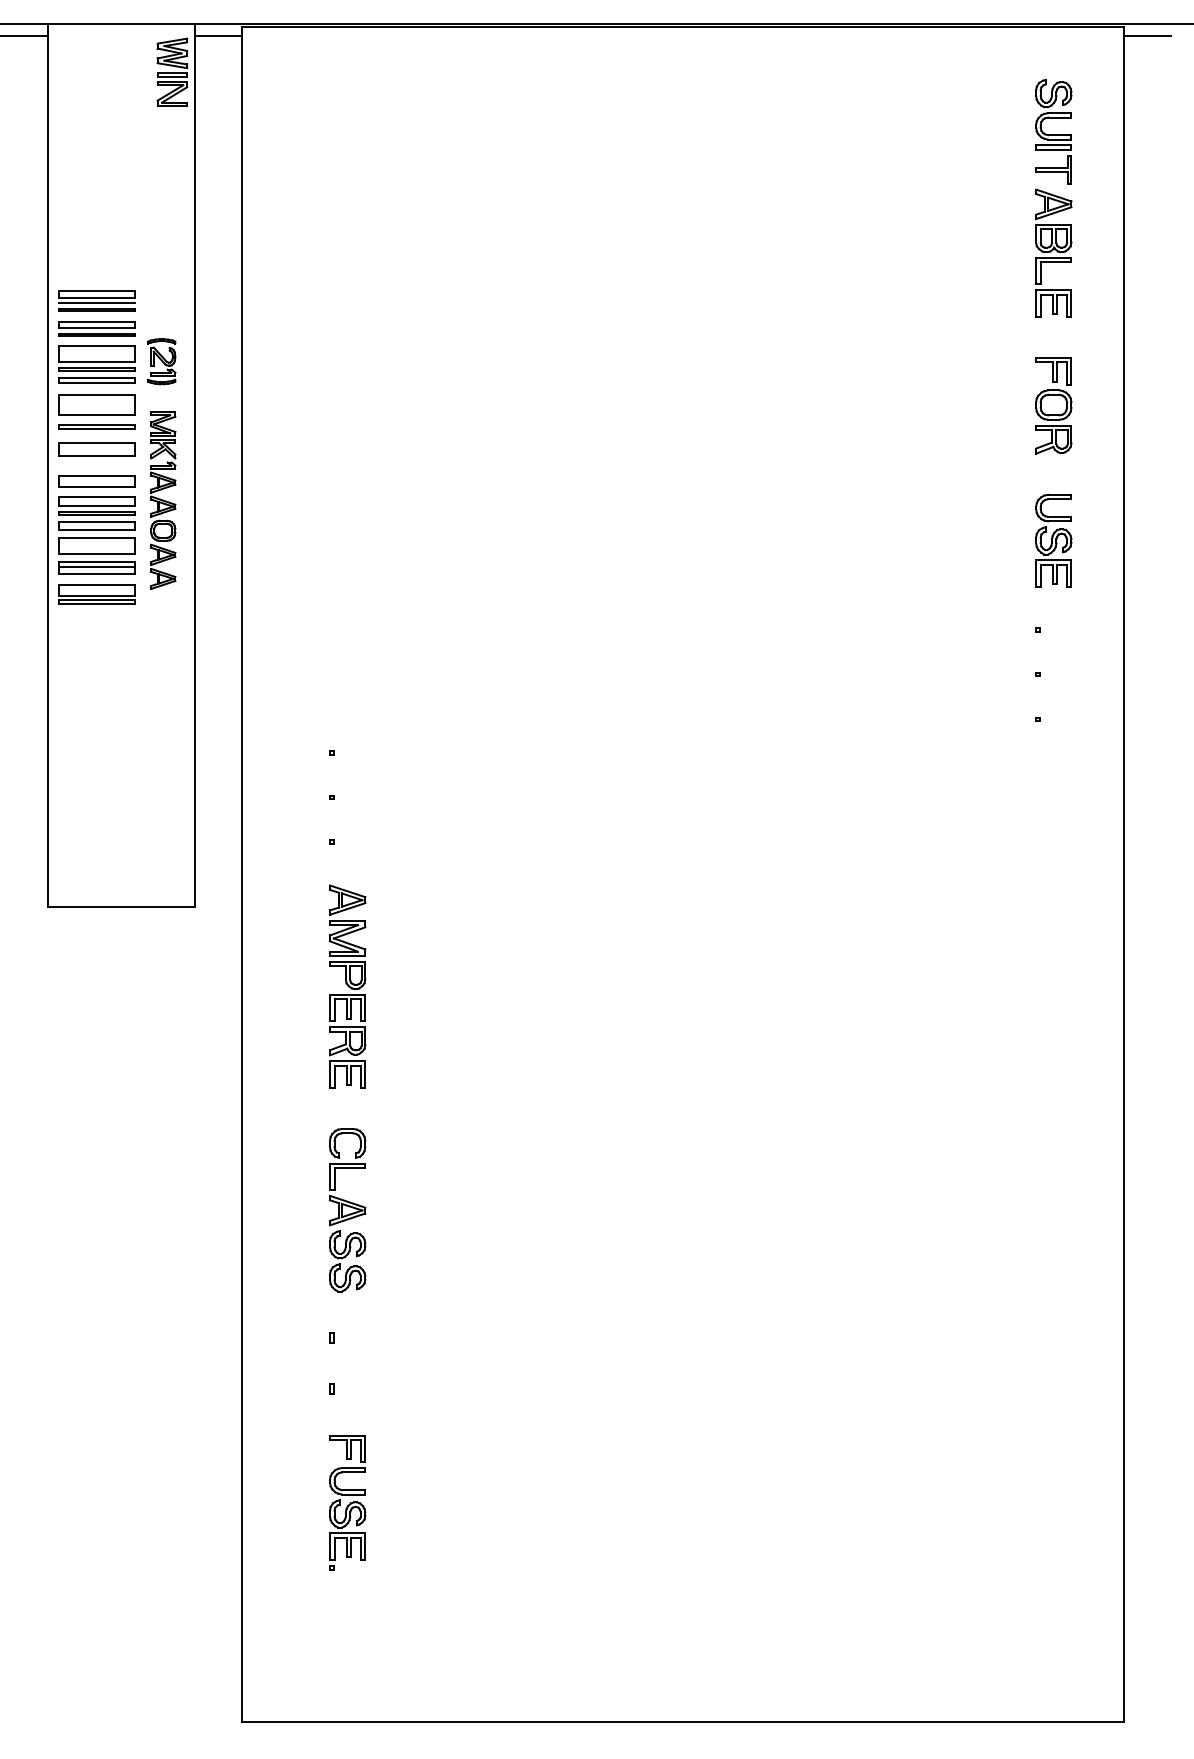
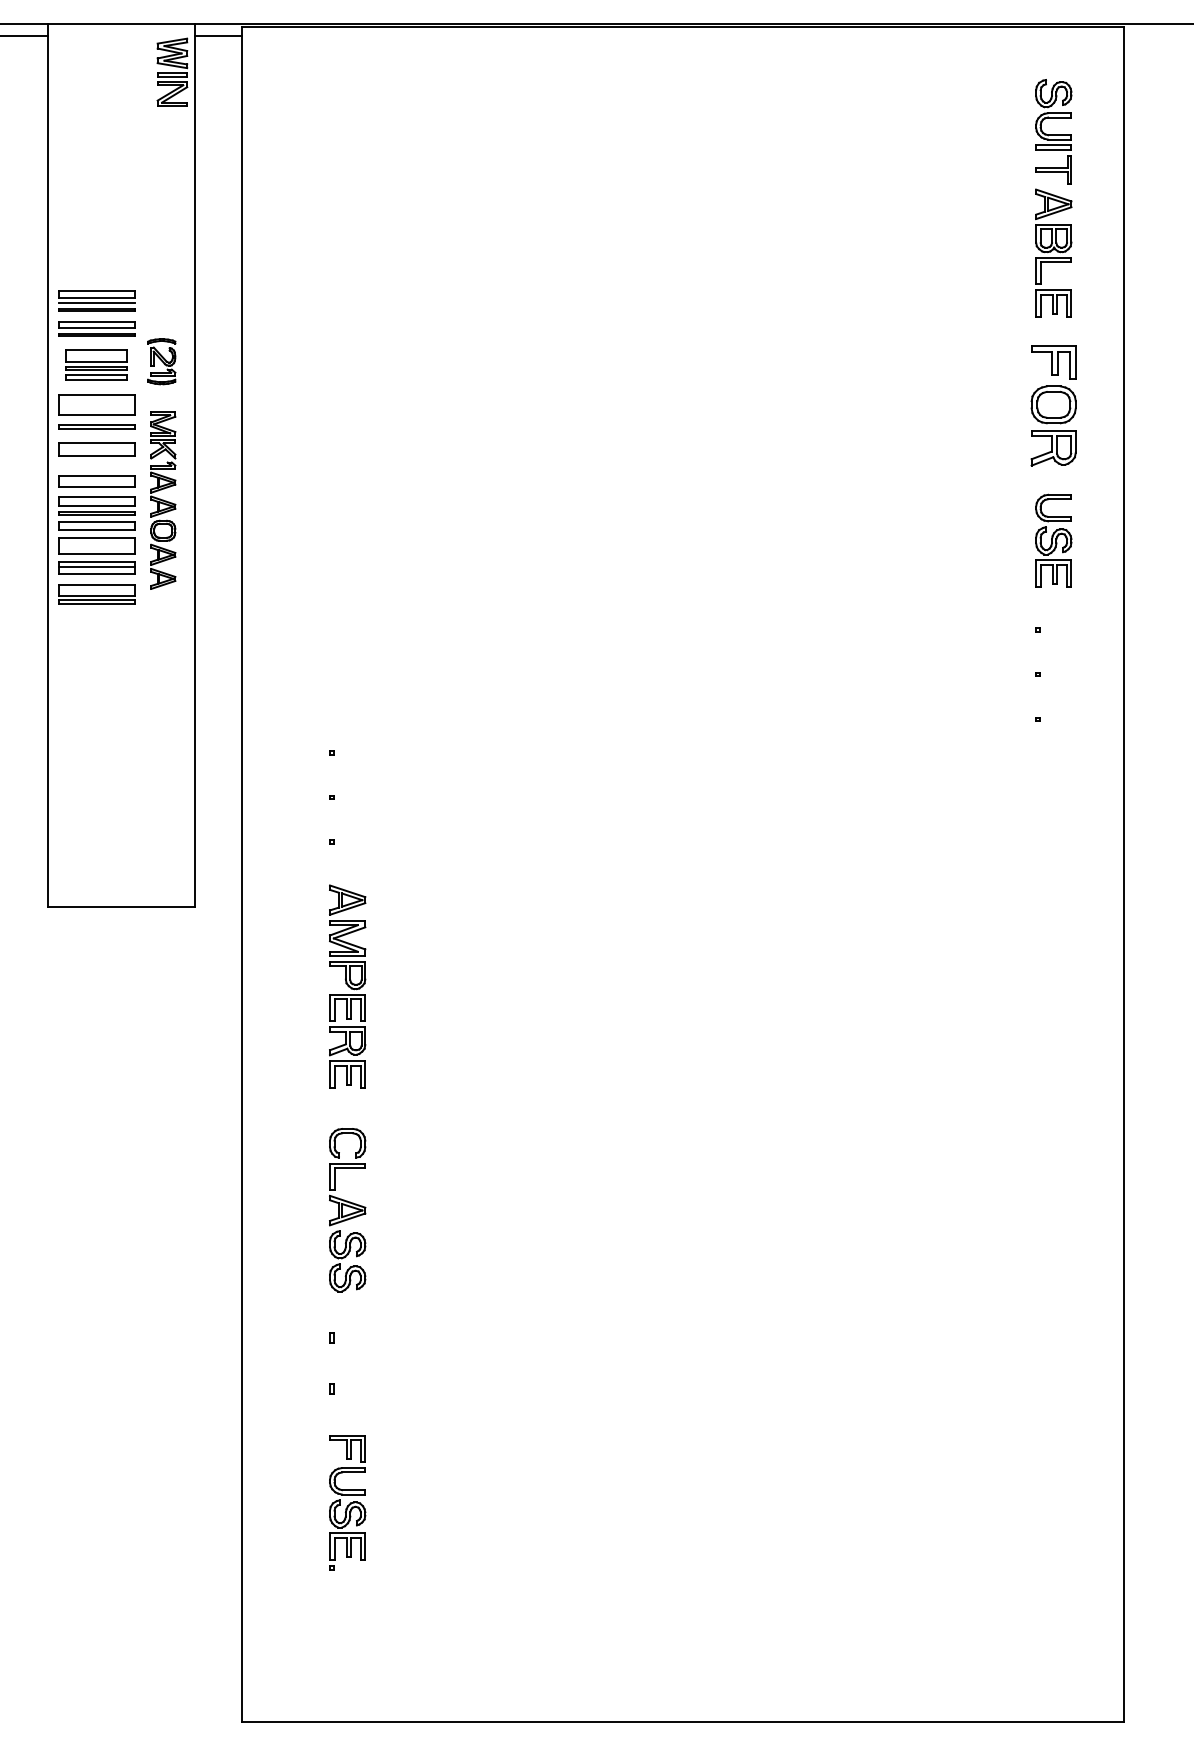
line at (1147, 35): present -> none
part at (96, 364) size: 78x39 px -> 63x32 px
part at (1053, 405) size: 38x98 px -> 47x122 px
